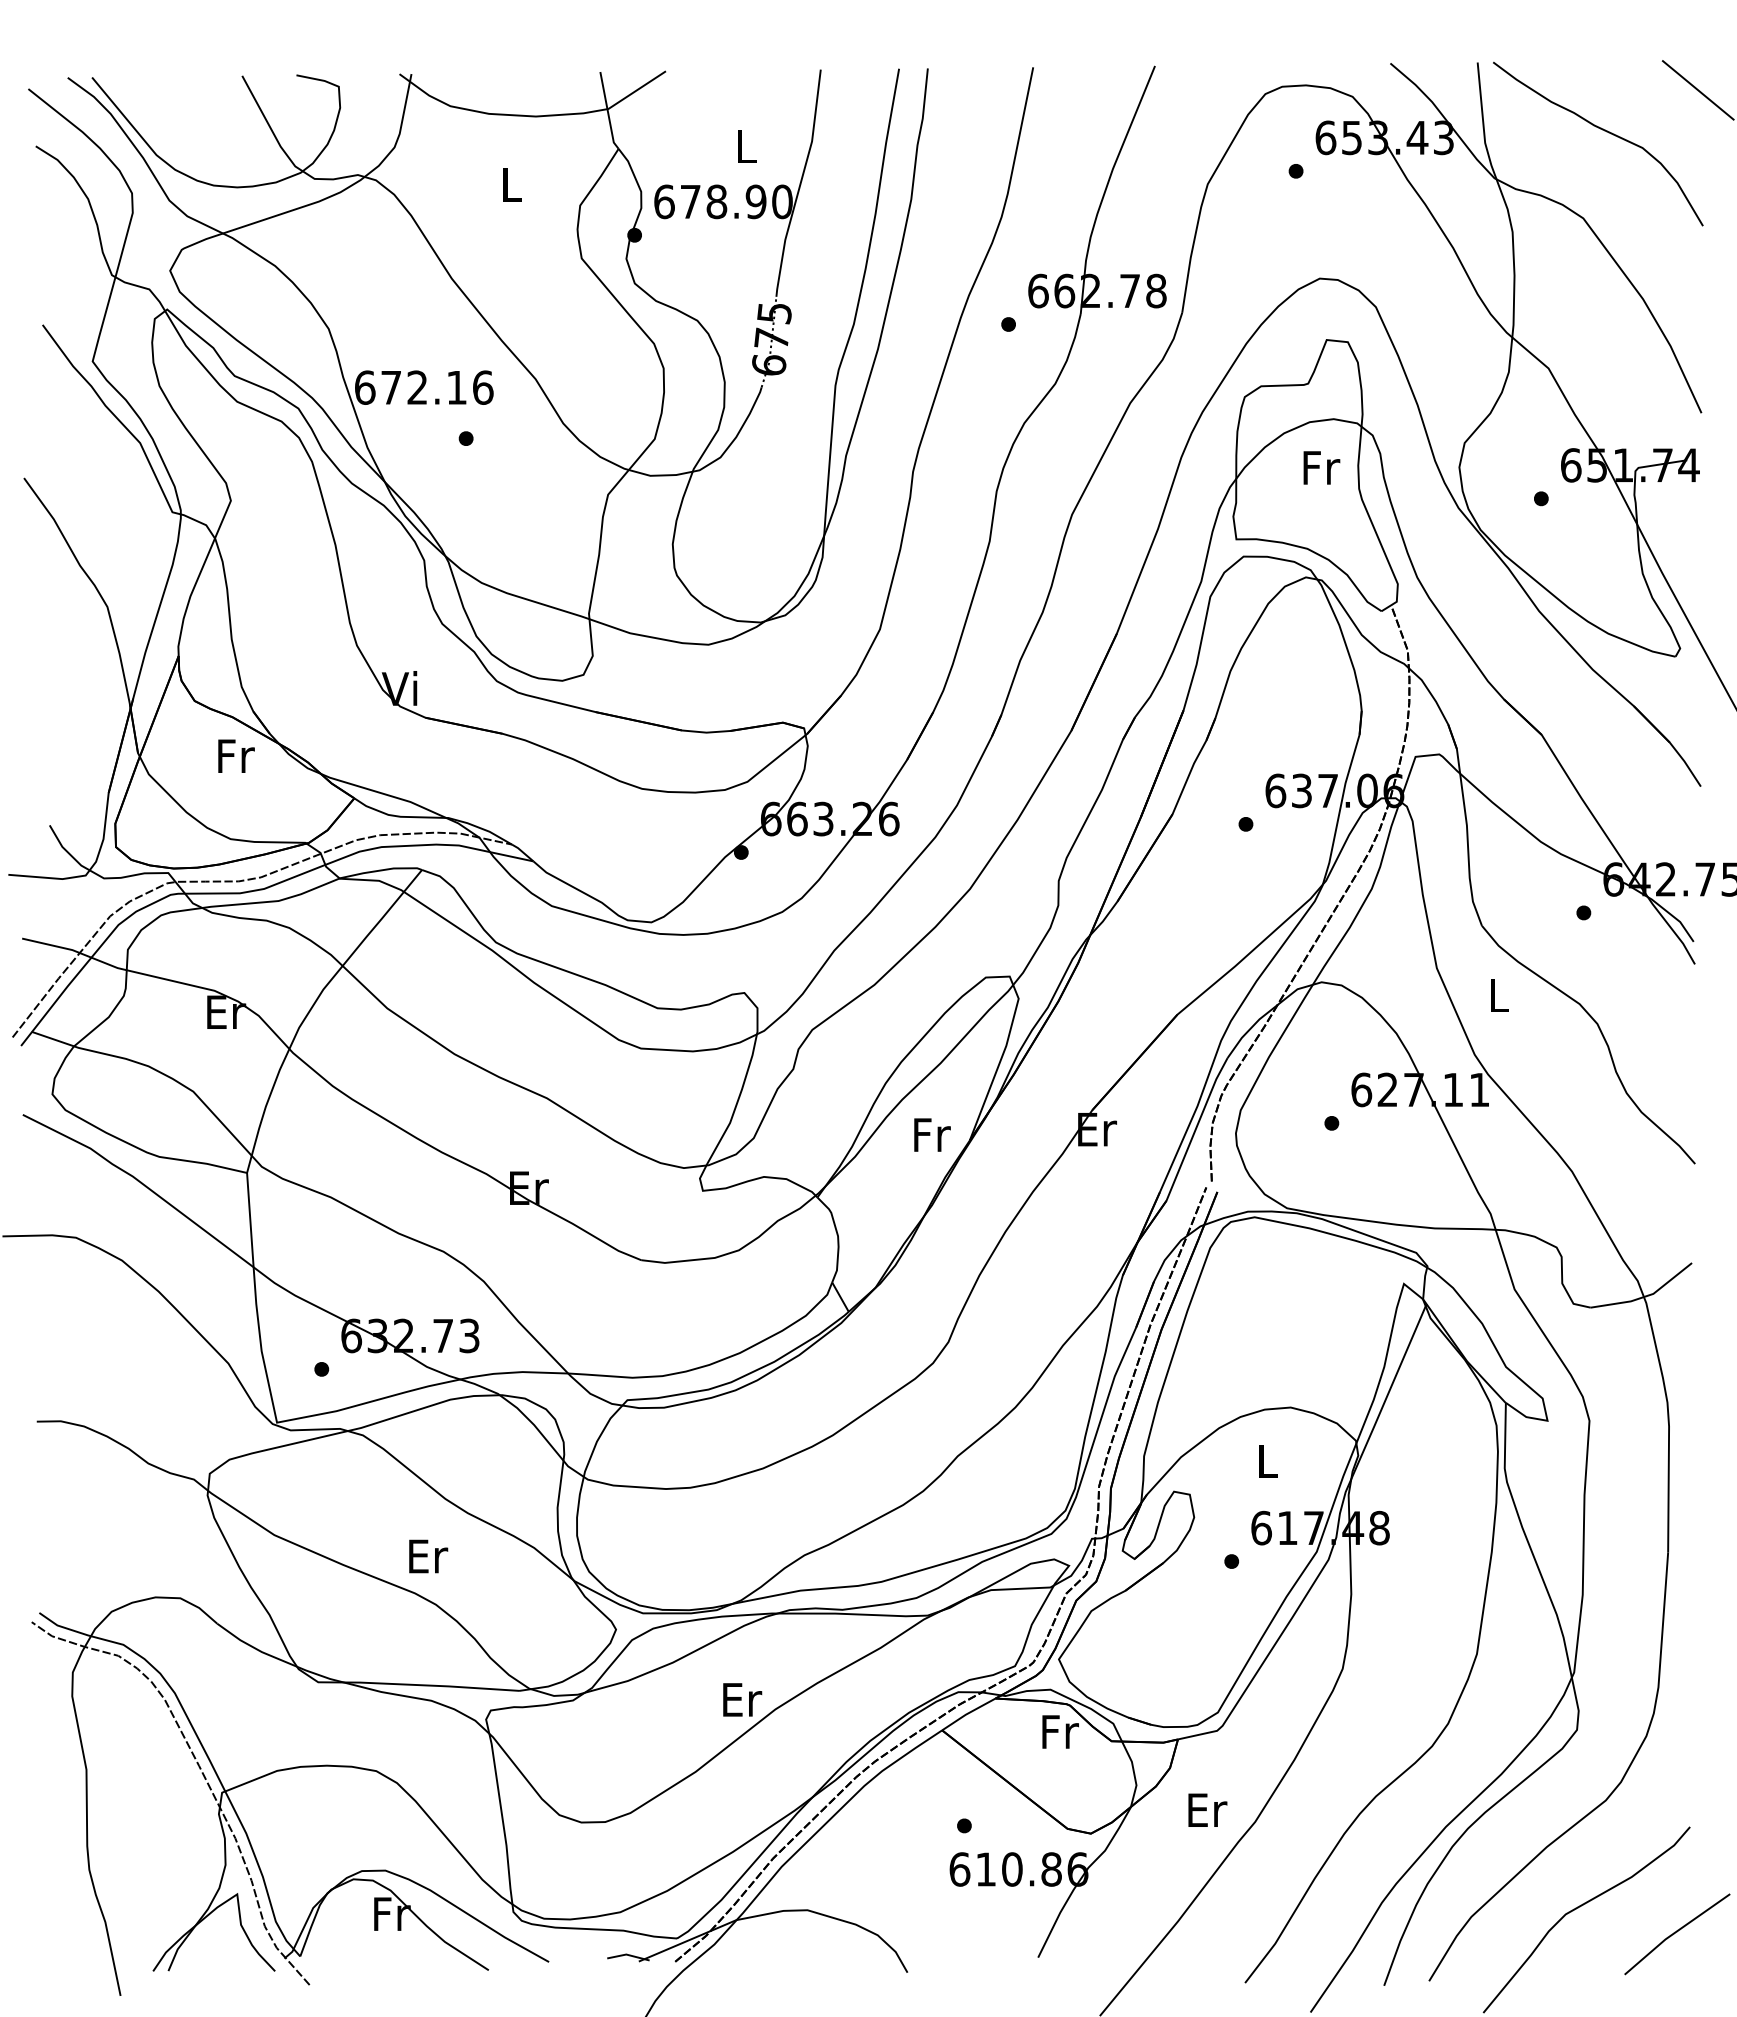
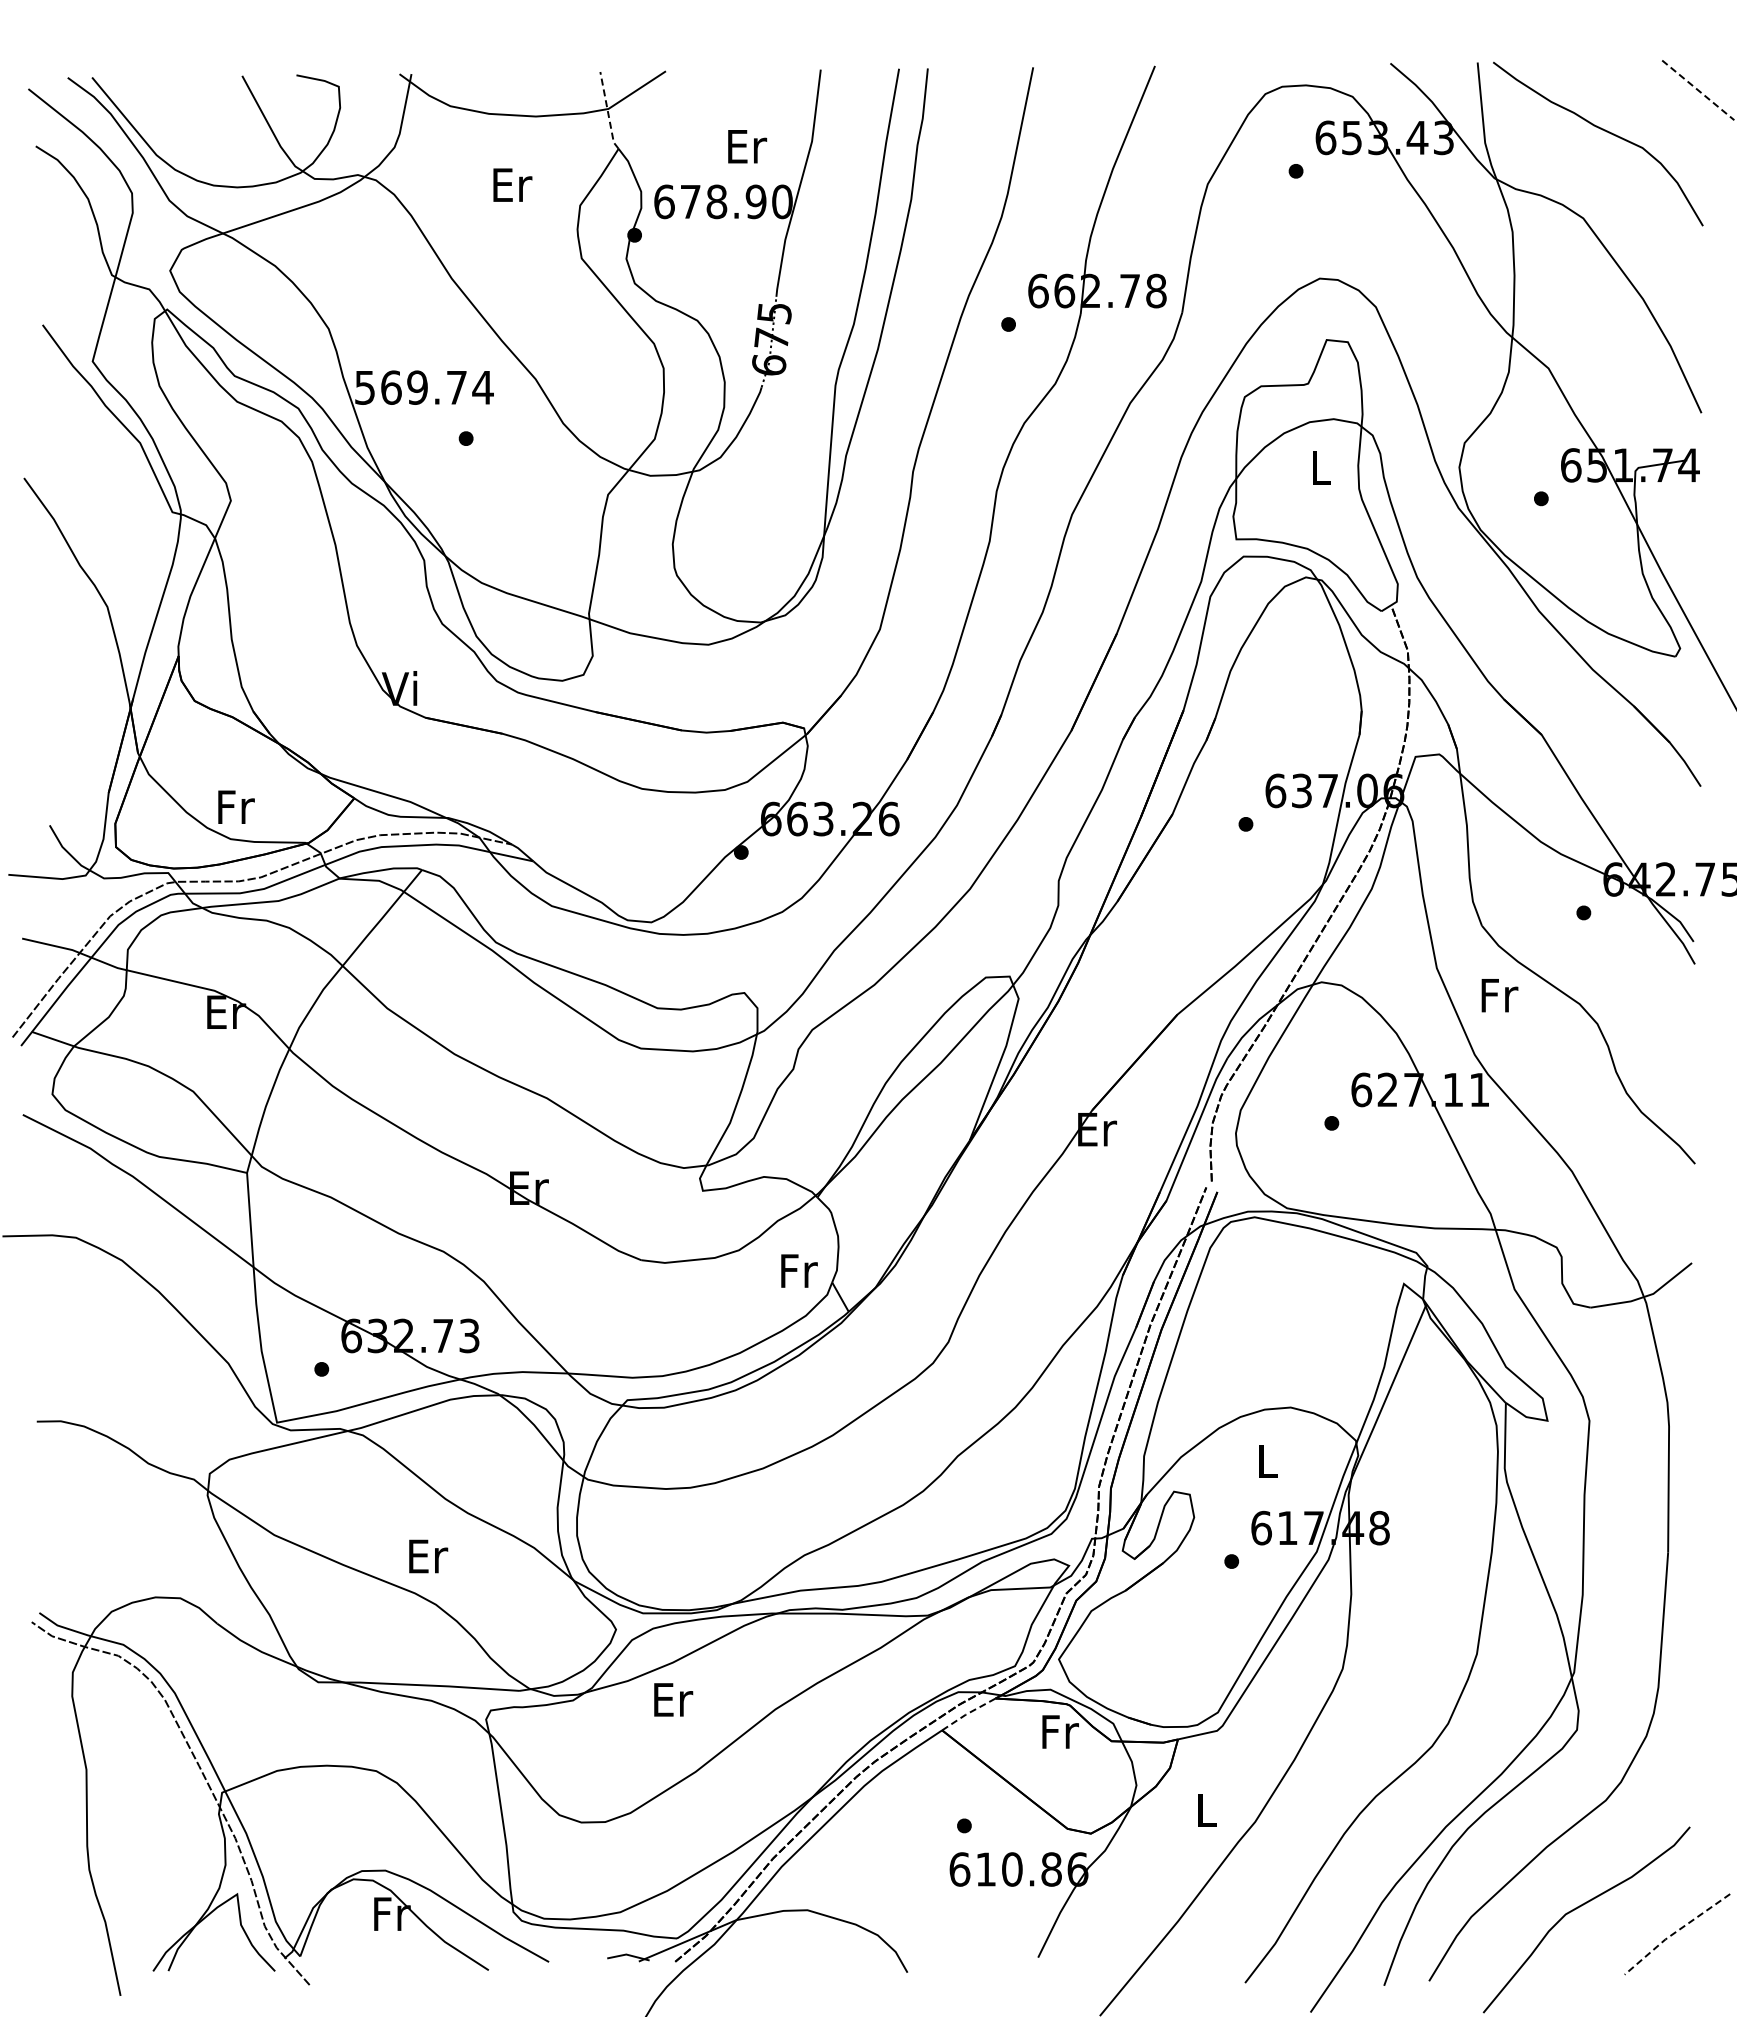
line at (1698, 90): solid -> dashed
line at (607, 111): solid -> dashed
text at (747, 146): L -> Er
text at (512, 184): L -> Er
text at (424, 387): 672.16 -> 569.74
text at (1321, 467): Fr -> L
text at (236, 755) position: (236, 755) -> (236, 806)
text at (1499, 995): L -> Fr
text at (932, 1134) position: (932, 1134) -> (799, 1270)
text at (742, 1699) position: (742, 1699) -> (673, 1699)
line at (967, 1713): solid -> dashed
text at (1207, 1809): Er -> L
line at (1674, 1933): solid -> dashed
